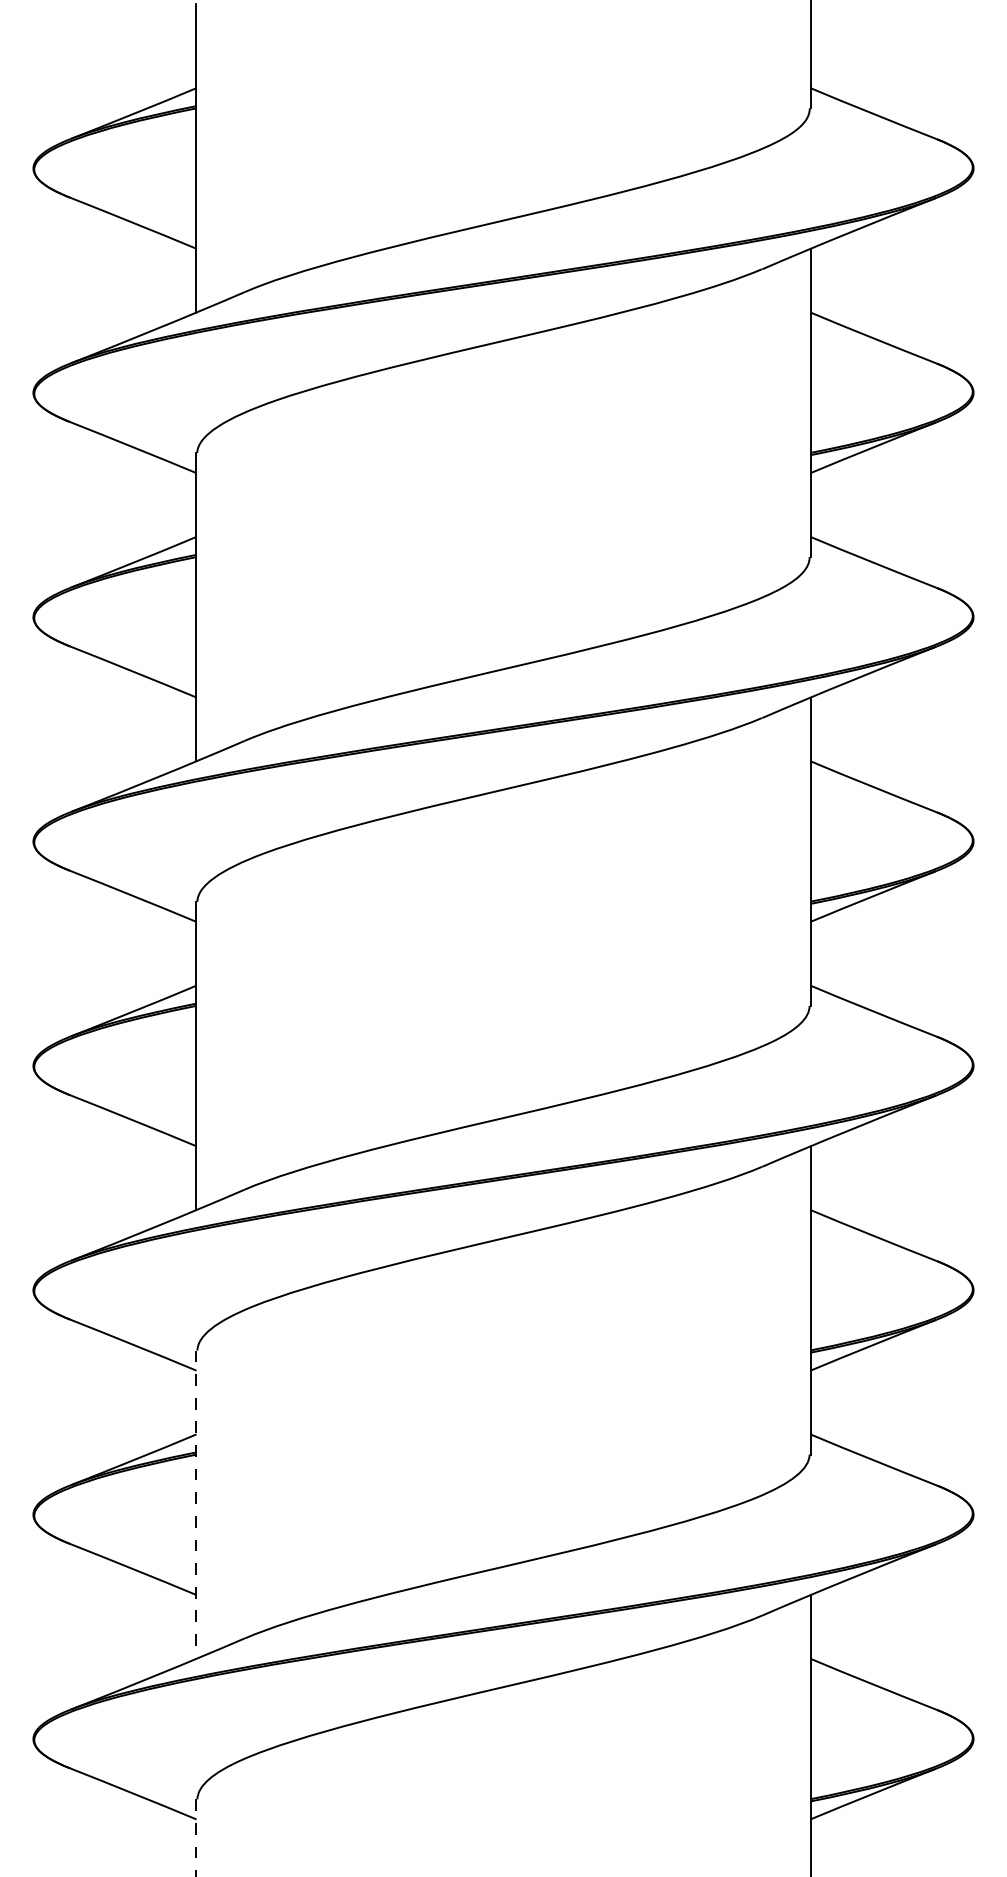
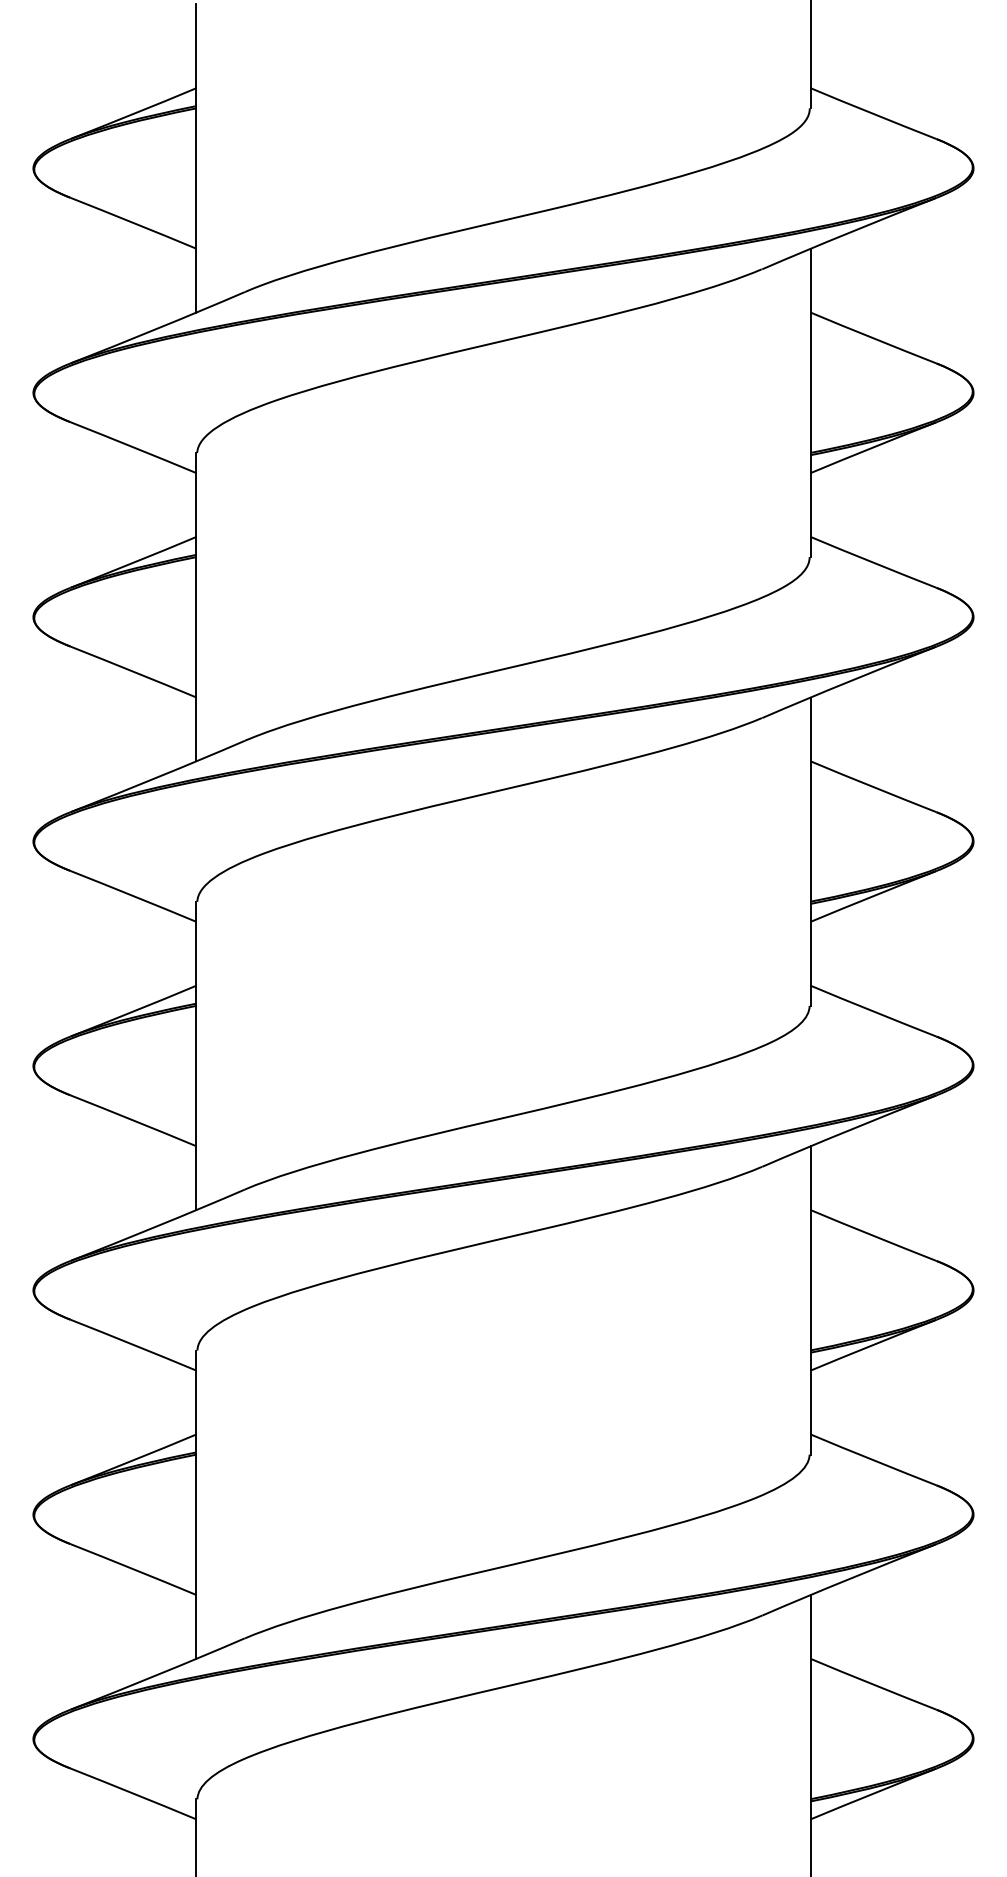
line at (196, 1505): dashed -> solid
line at (196, 1838): dashed -> solid
